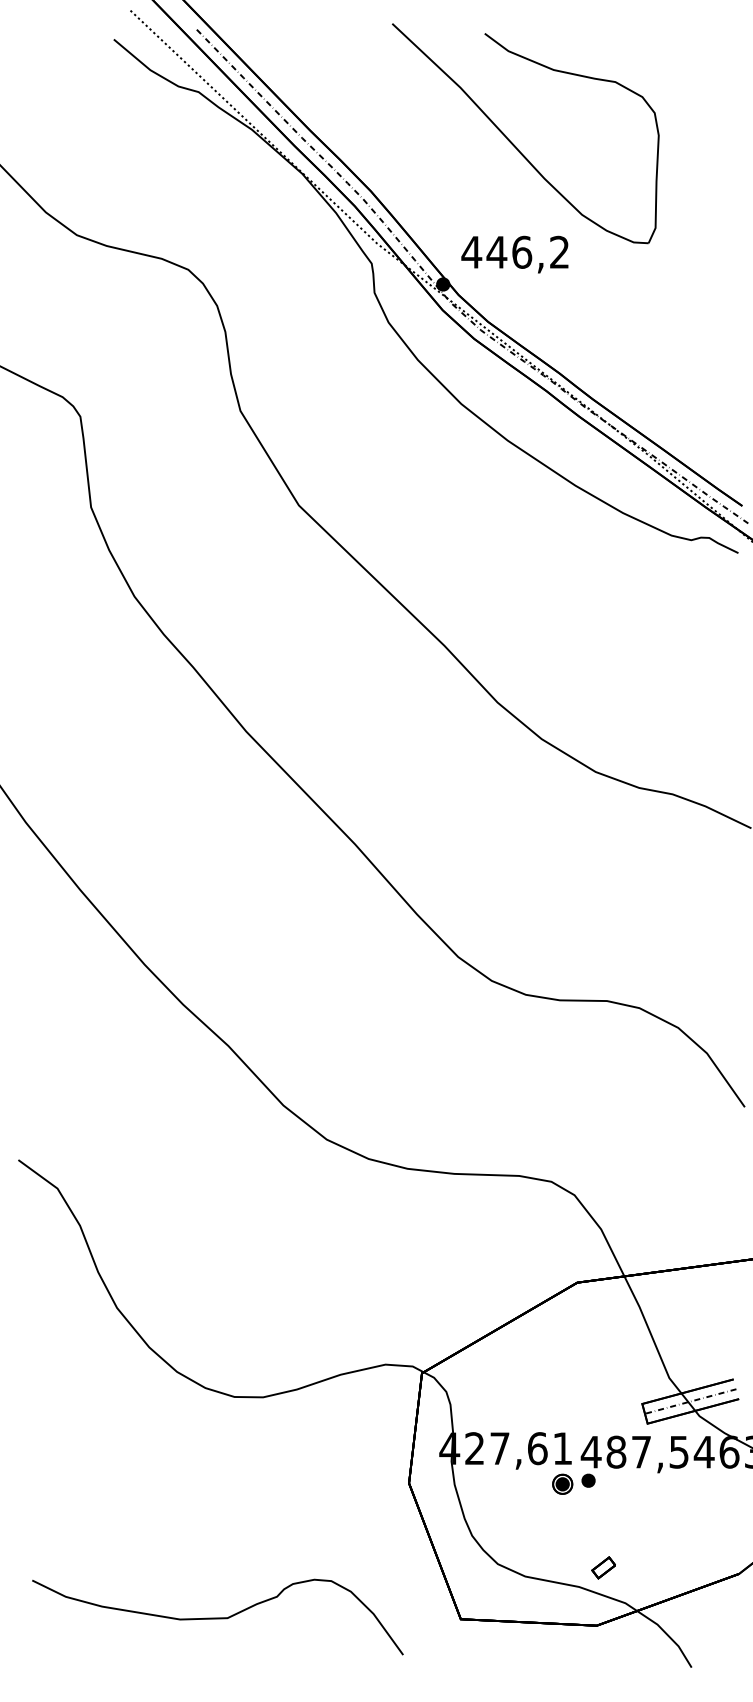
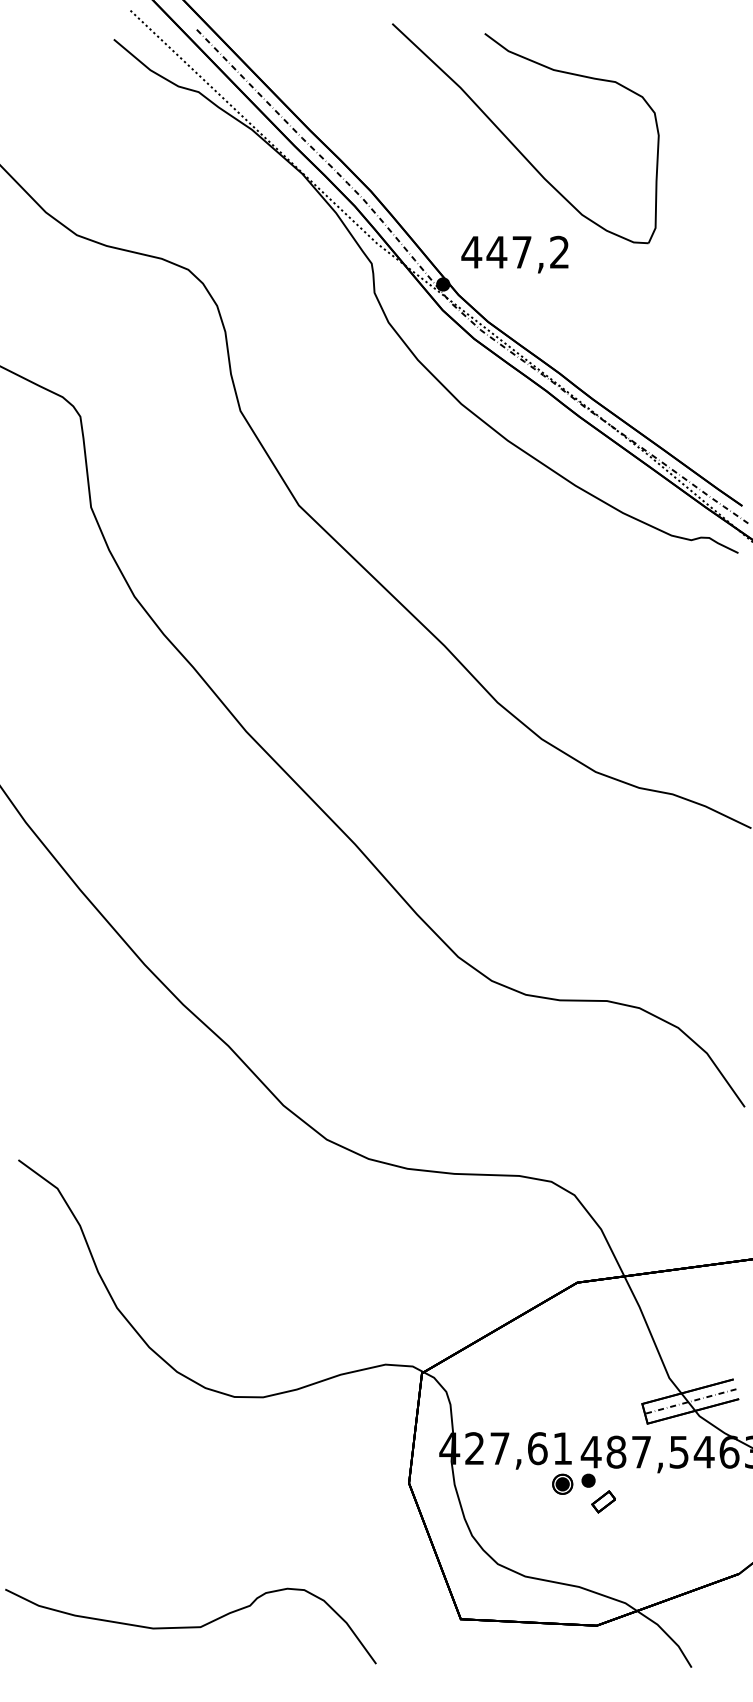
text at (522, 251): 446,2 -> 447,2
part at (603, 1567) position: (603, 1567) -> (603, 1501)
curve at (217, 1617) position: (217, 1617) -> (190, 1626)
